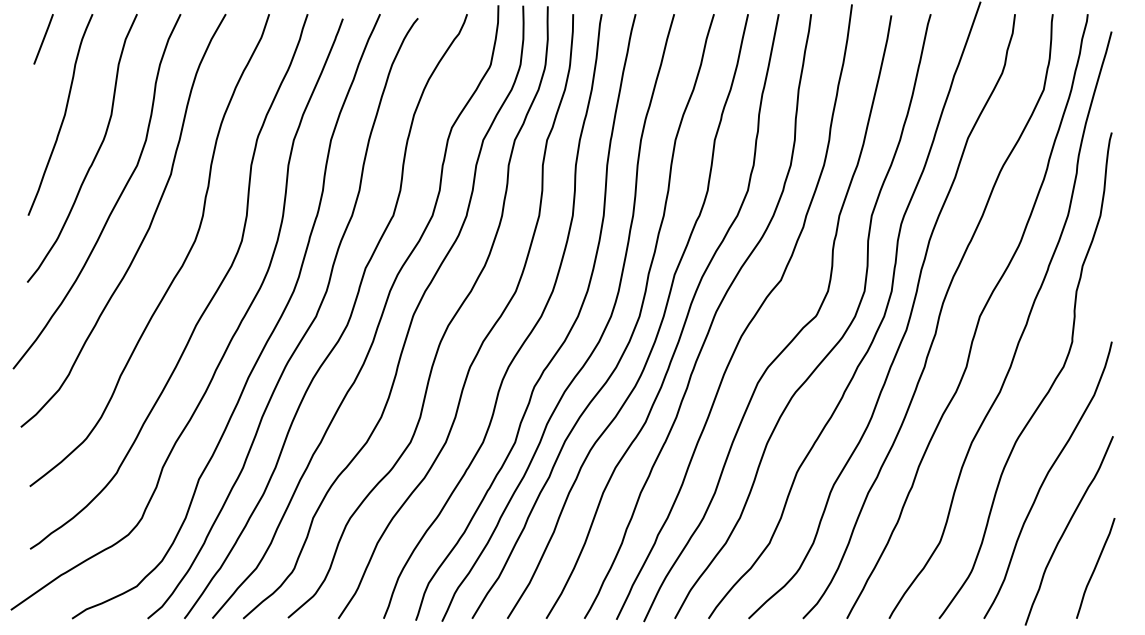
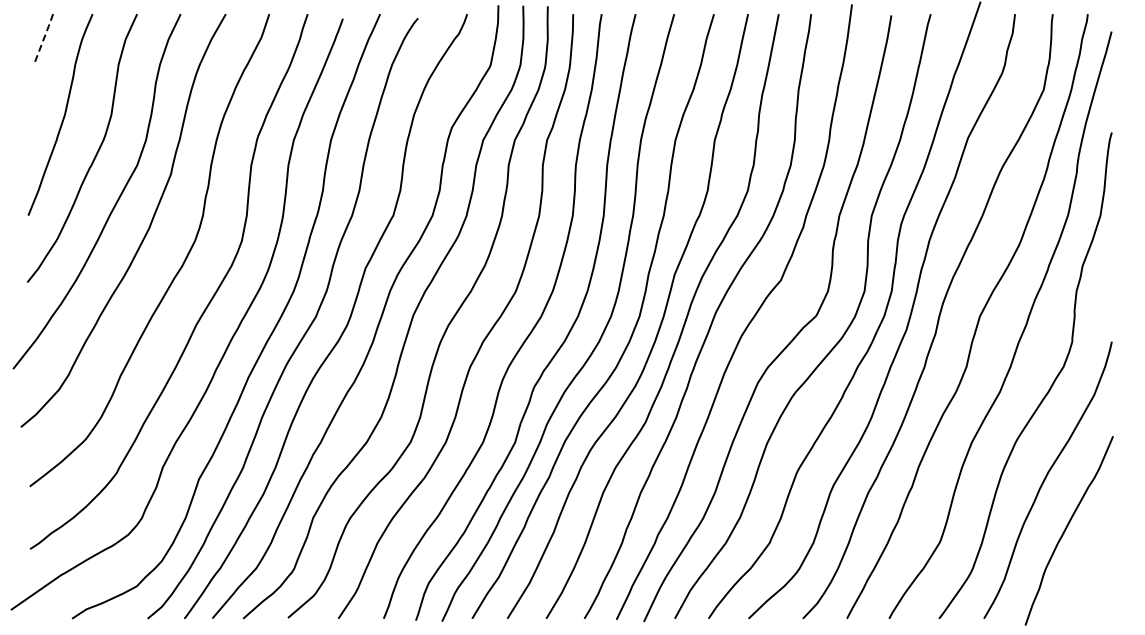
line at (43, 38): solid -> dashed
curve at (1095, 568): present -> none
